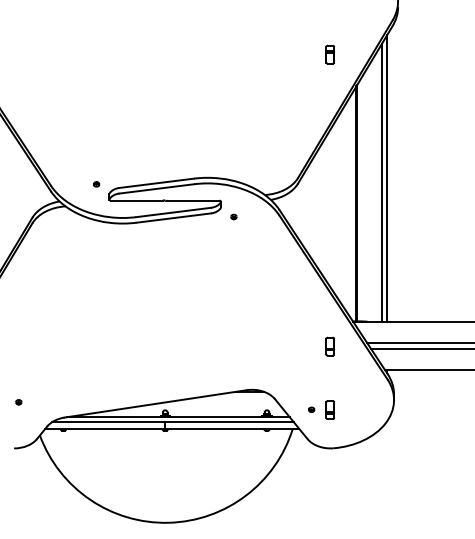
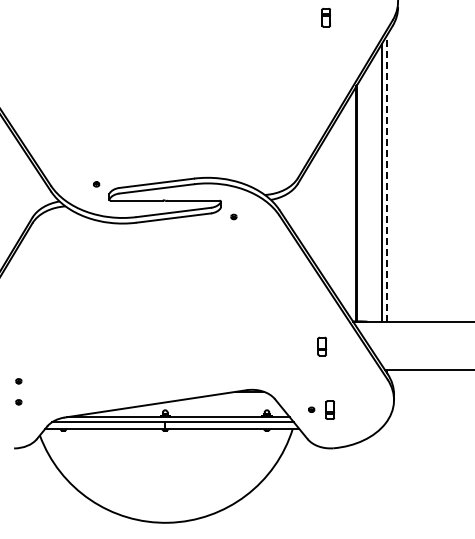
part at (329, 54) position: (329, 54) -> (325, 17)
line at (387, 178): solid -> dashed
line at (419, 343): present -> none
part at (330, 346) position: (330, 346) -> (322, 346)
line at (420, 348): present -> none
part at (18, 381): none -> present
